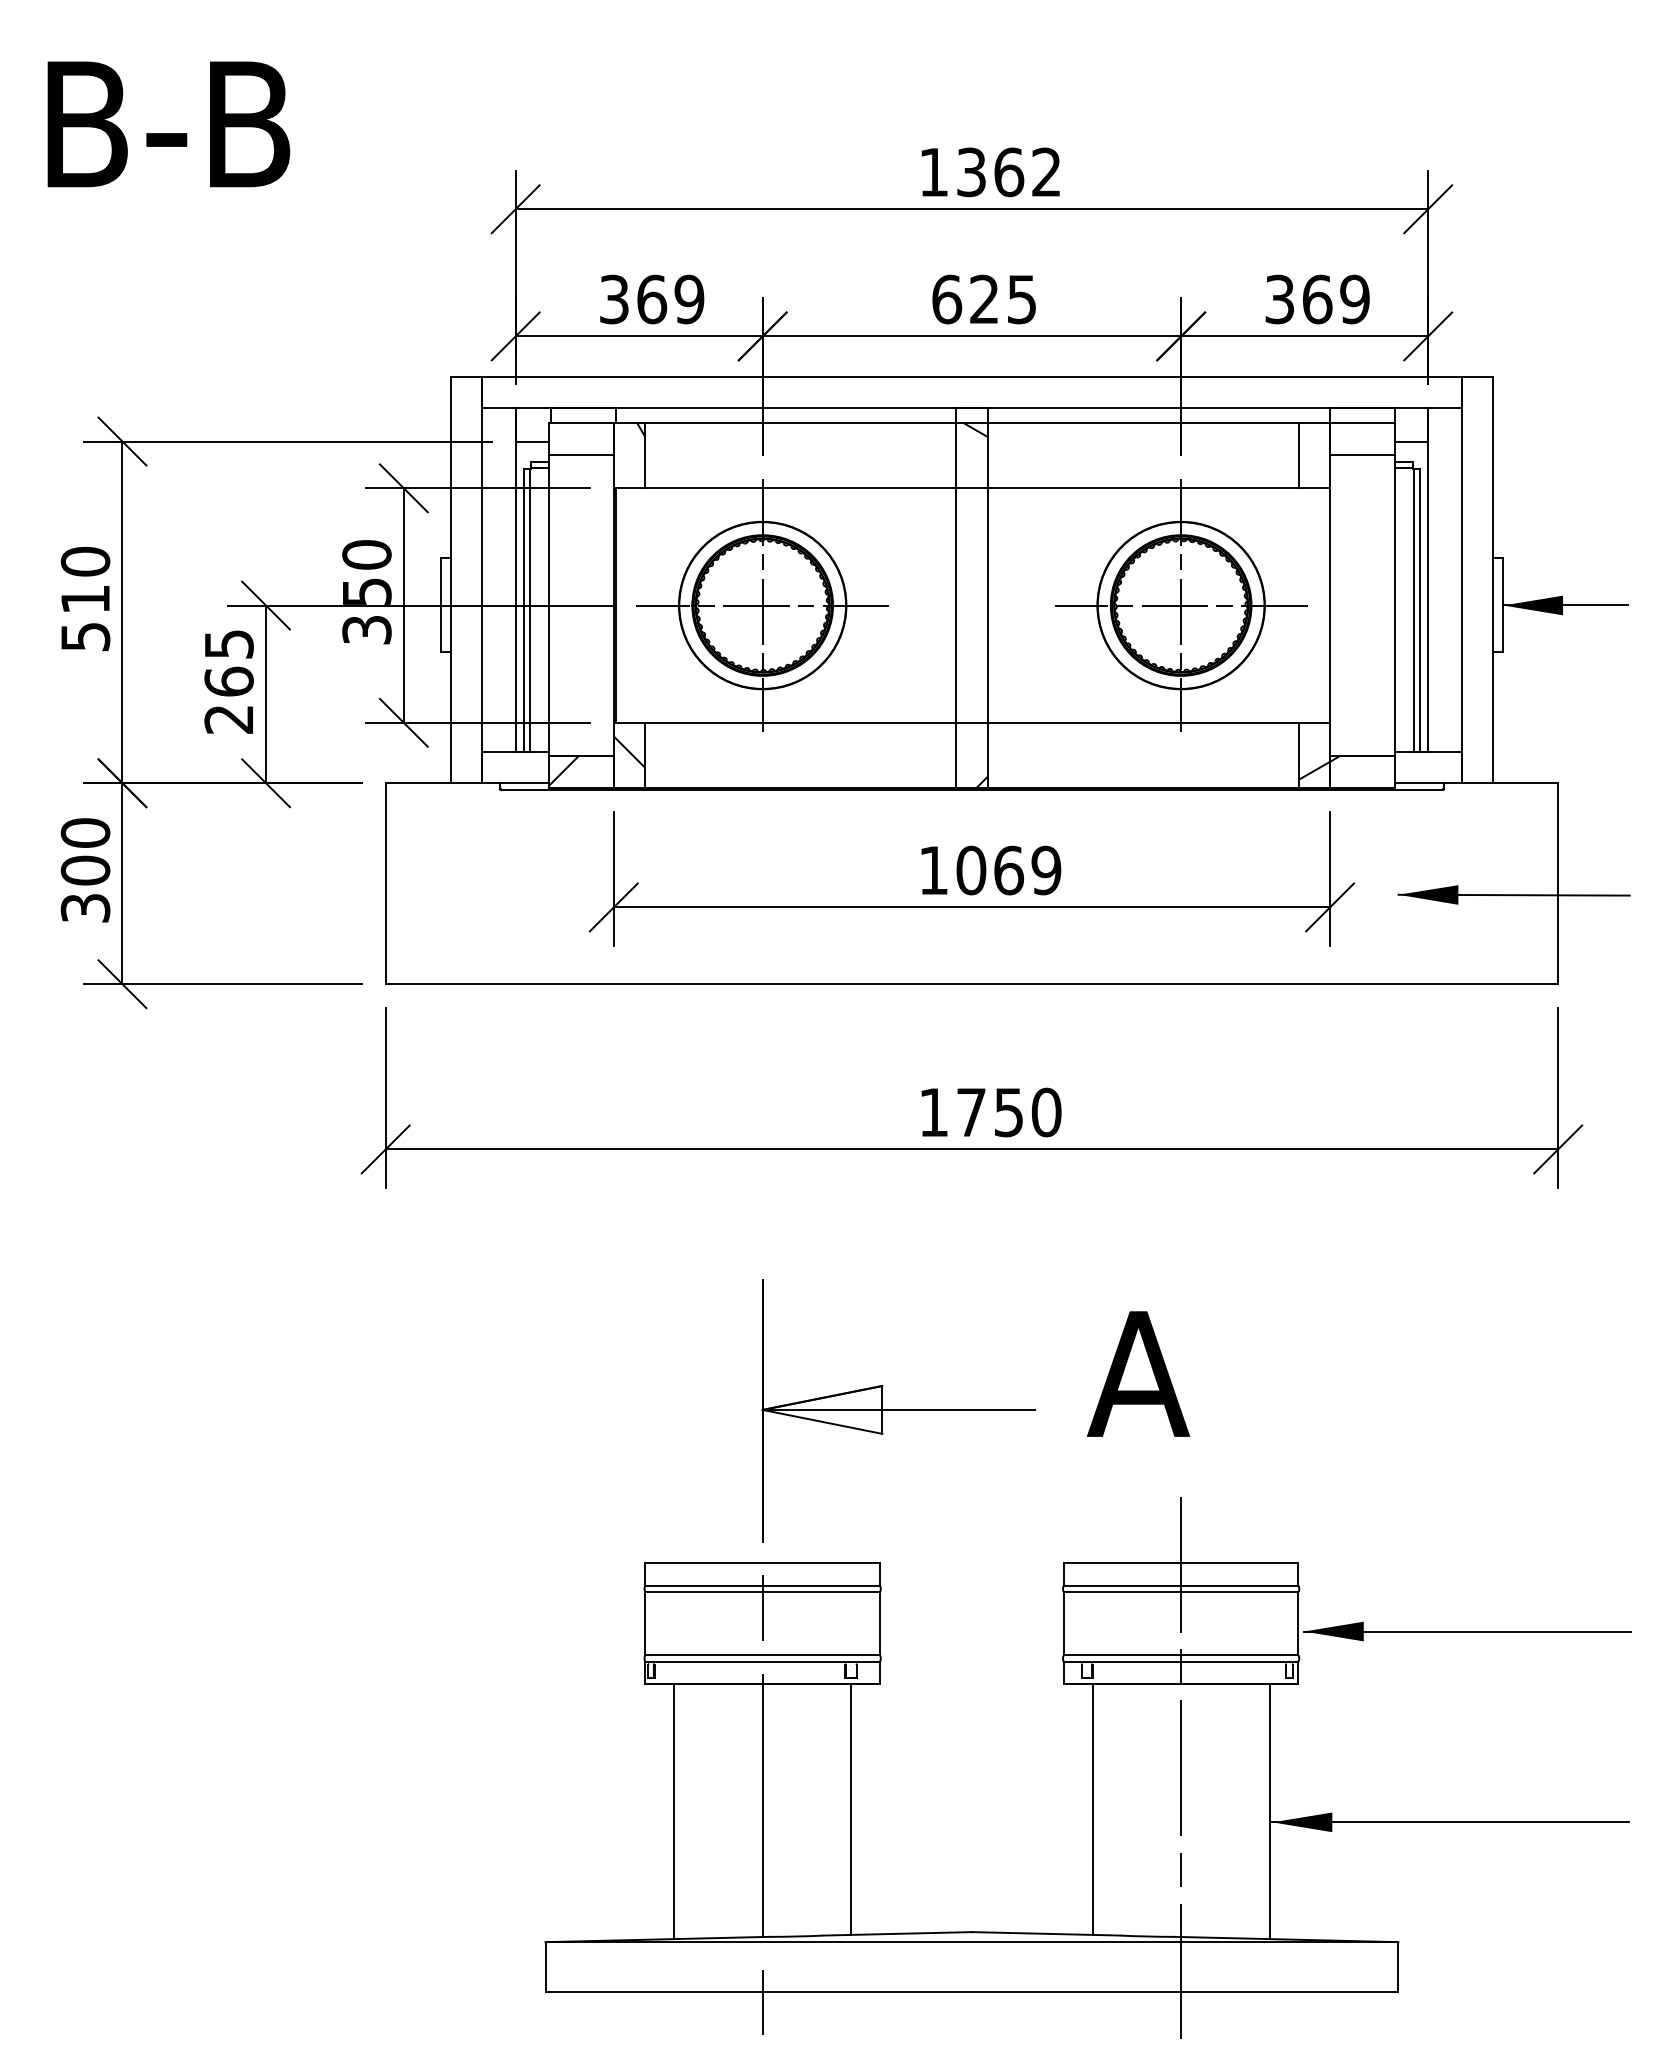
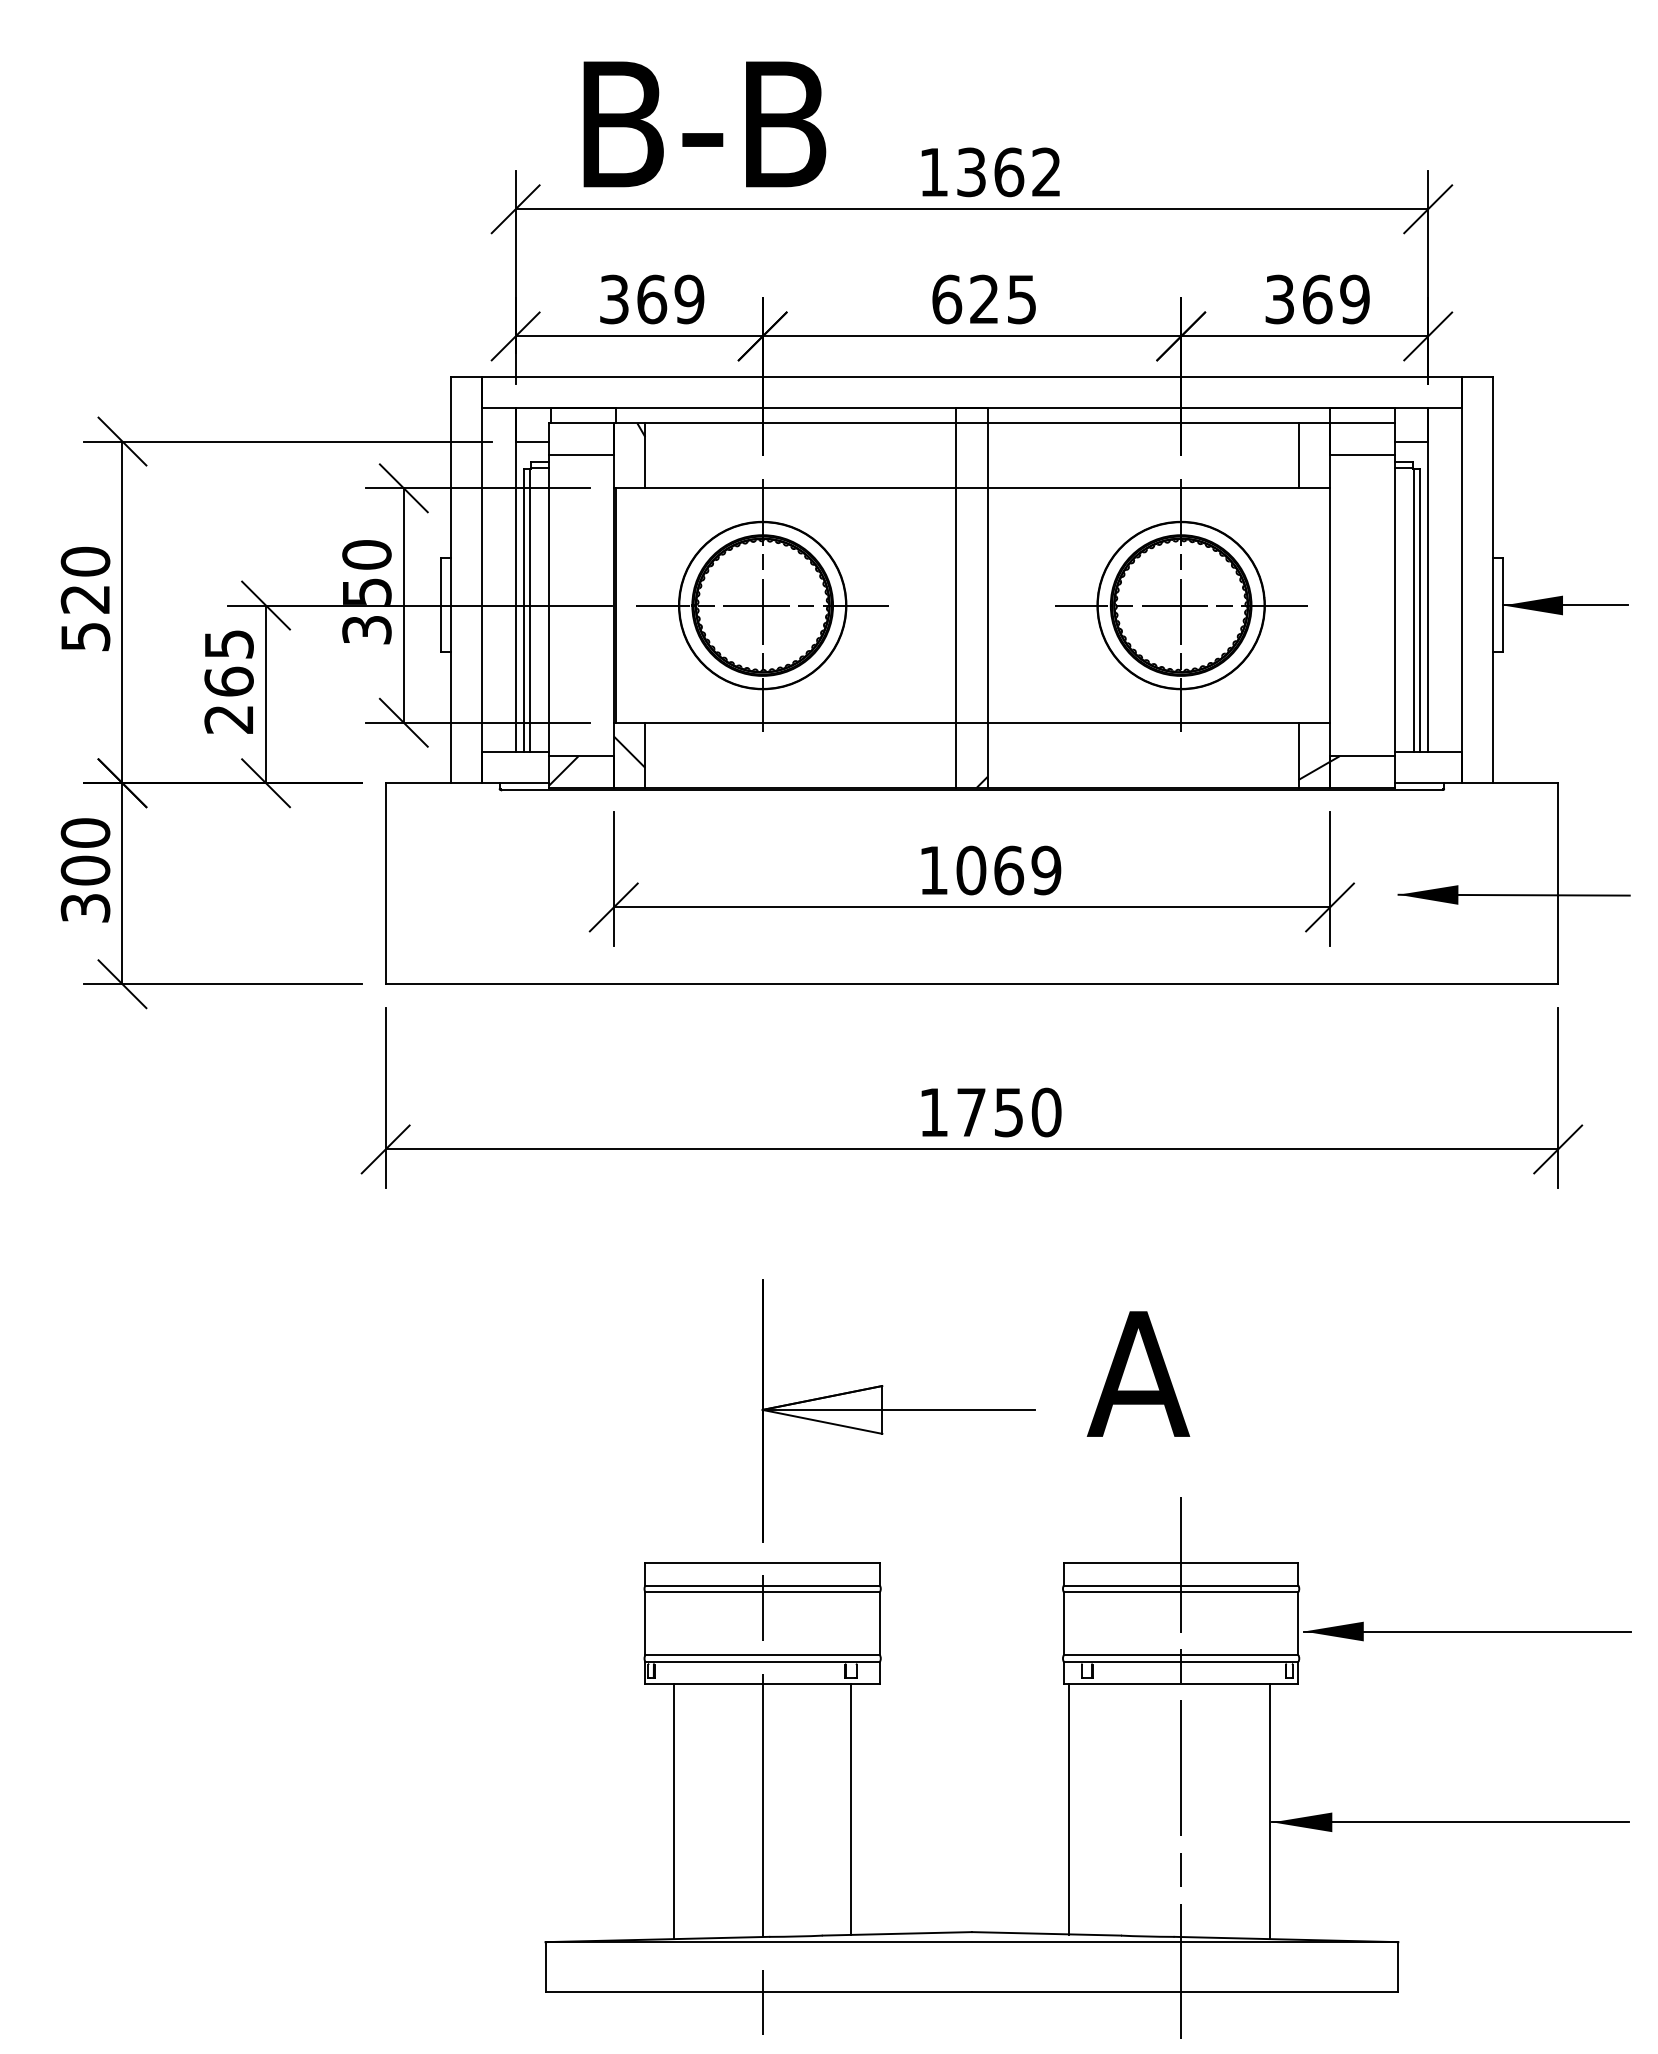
text at (168, 124) position: (168, 124) -> (704, 124)
hatch at (975, 429): present -> none
text at (84, 599): 510 -> 520
line at (1092, 1809) position: (1092, 1809) -> (1068, 1809)
